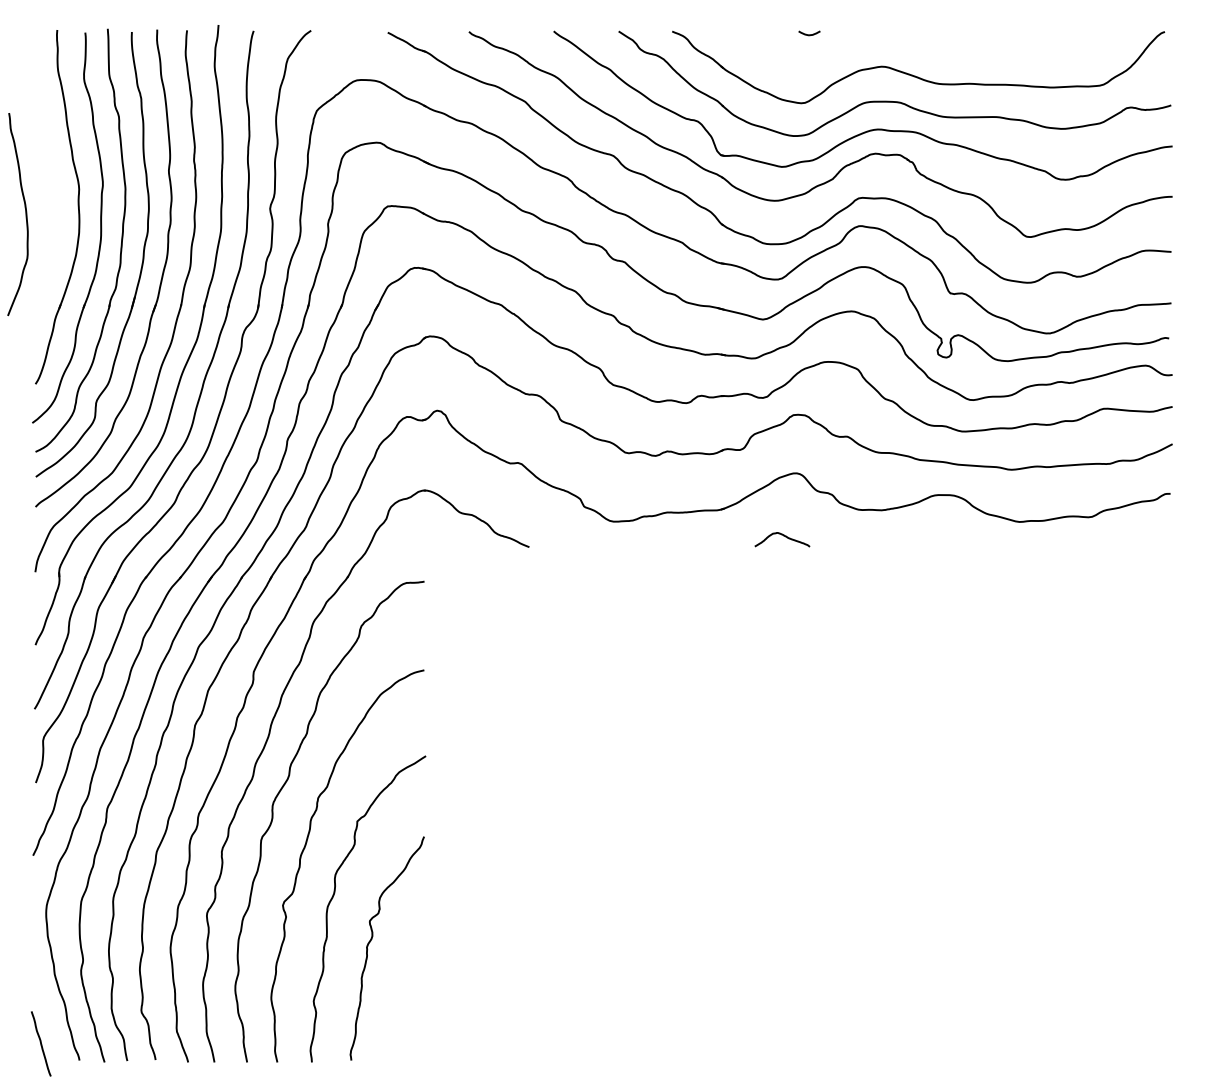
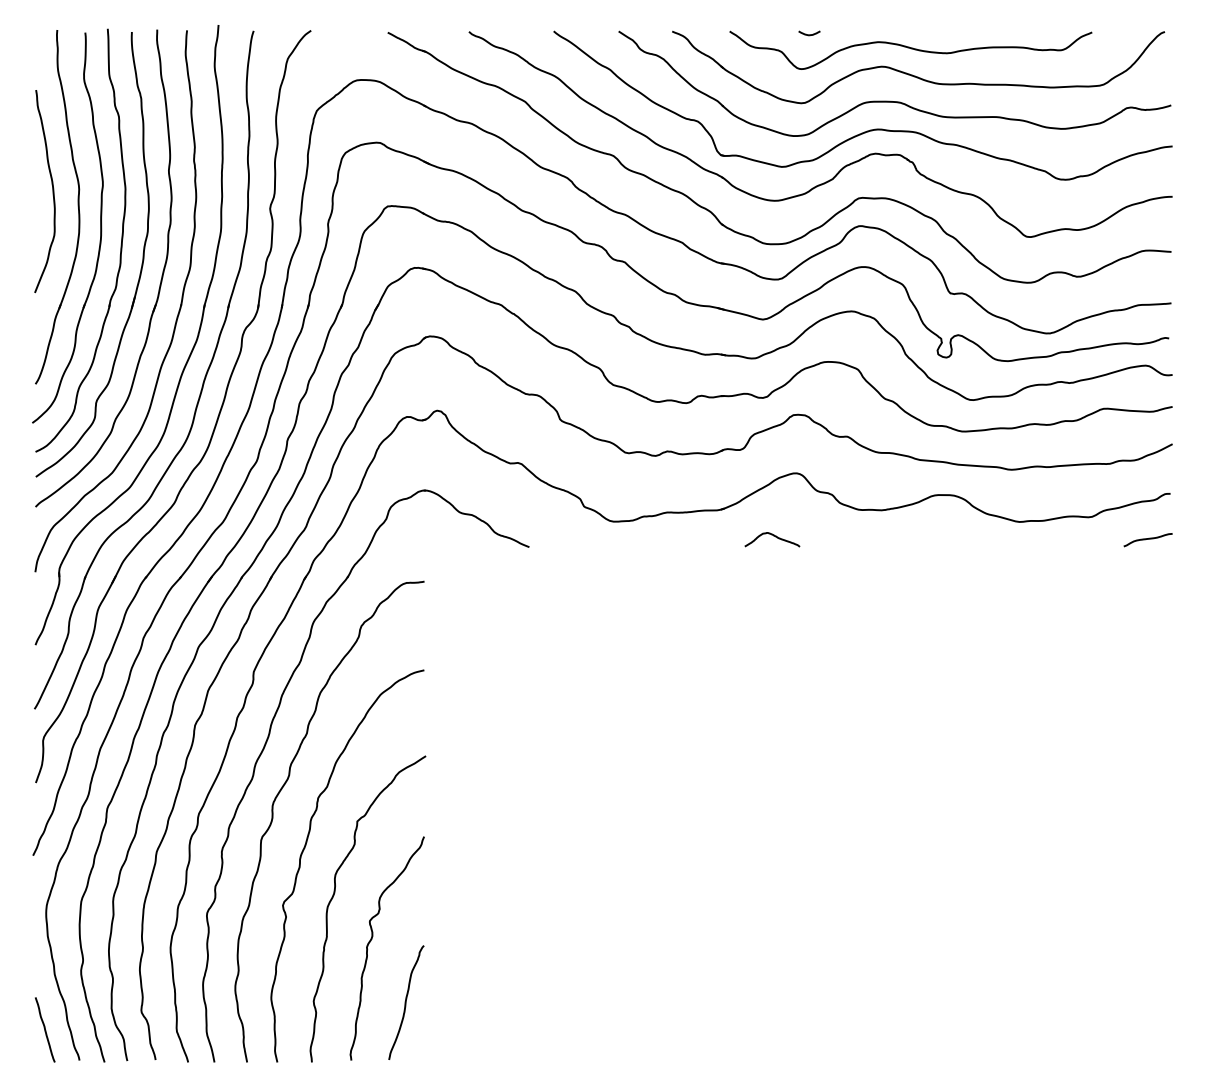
curve at (910, 48): none -> present
curve at (25, 214) position: (25, 214) -> (52, 191)
curve at (783, 536) position: (783, 536) -> (773, 536)
curve at (1147, 539): none -> present
curve at (406, 1002): none -> present
line at (41, 1043) position: (41, 1043) -> (45, 1029)
